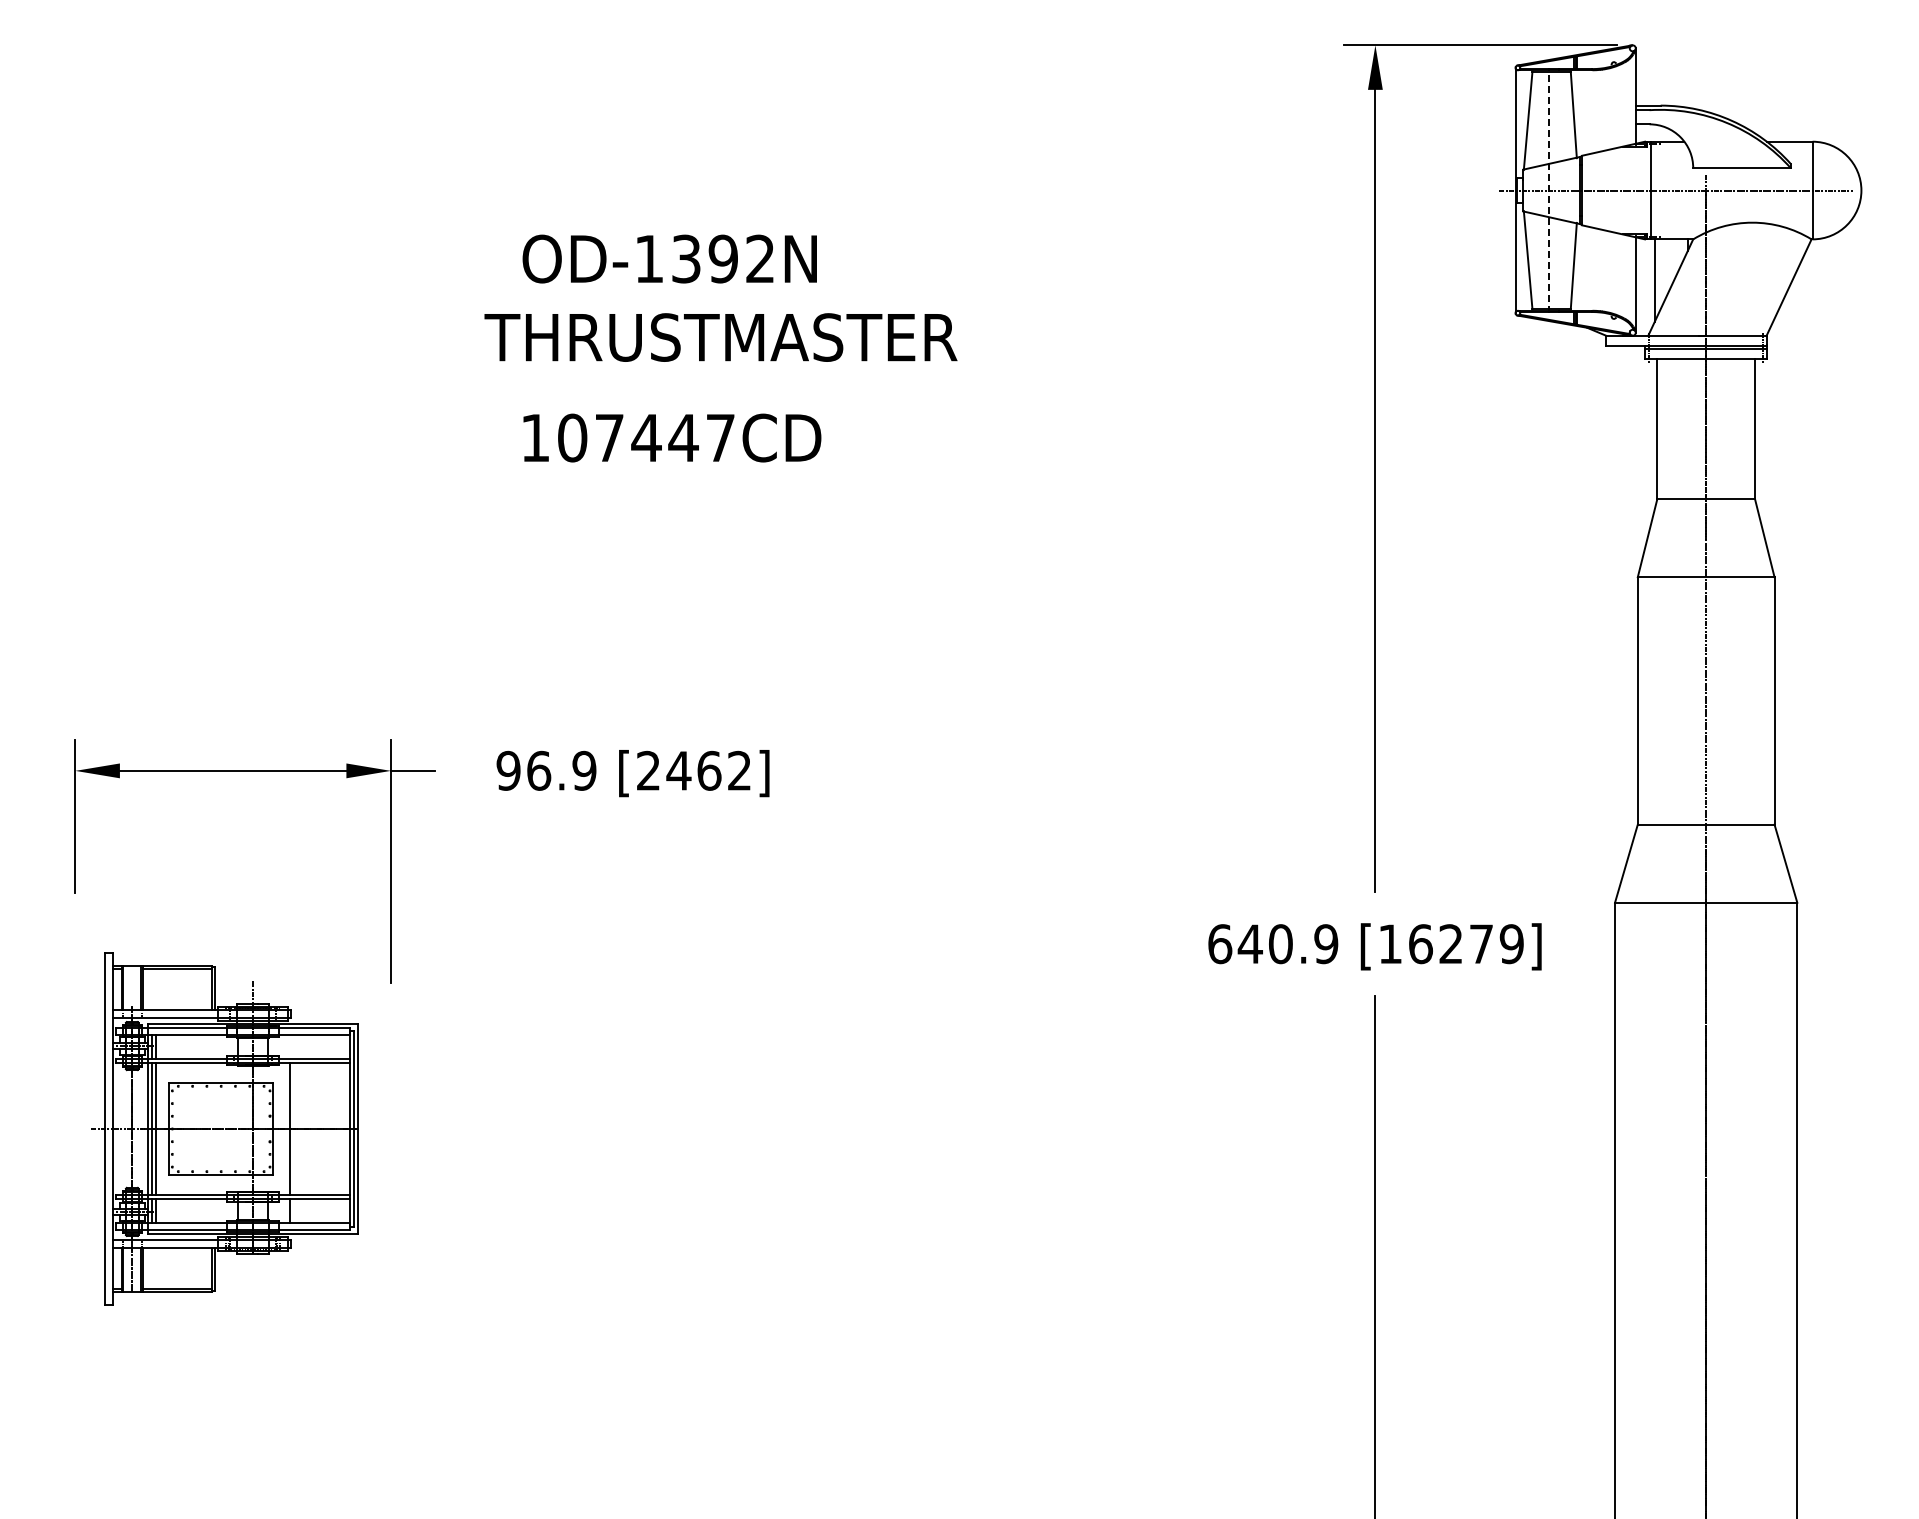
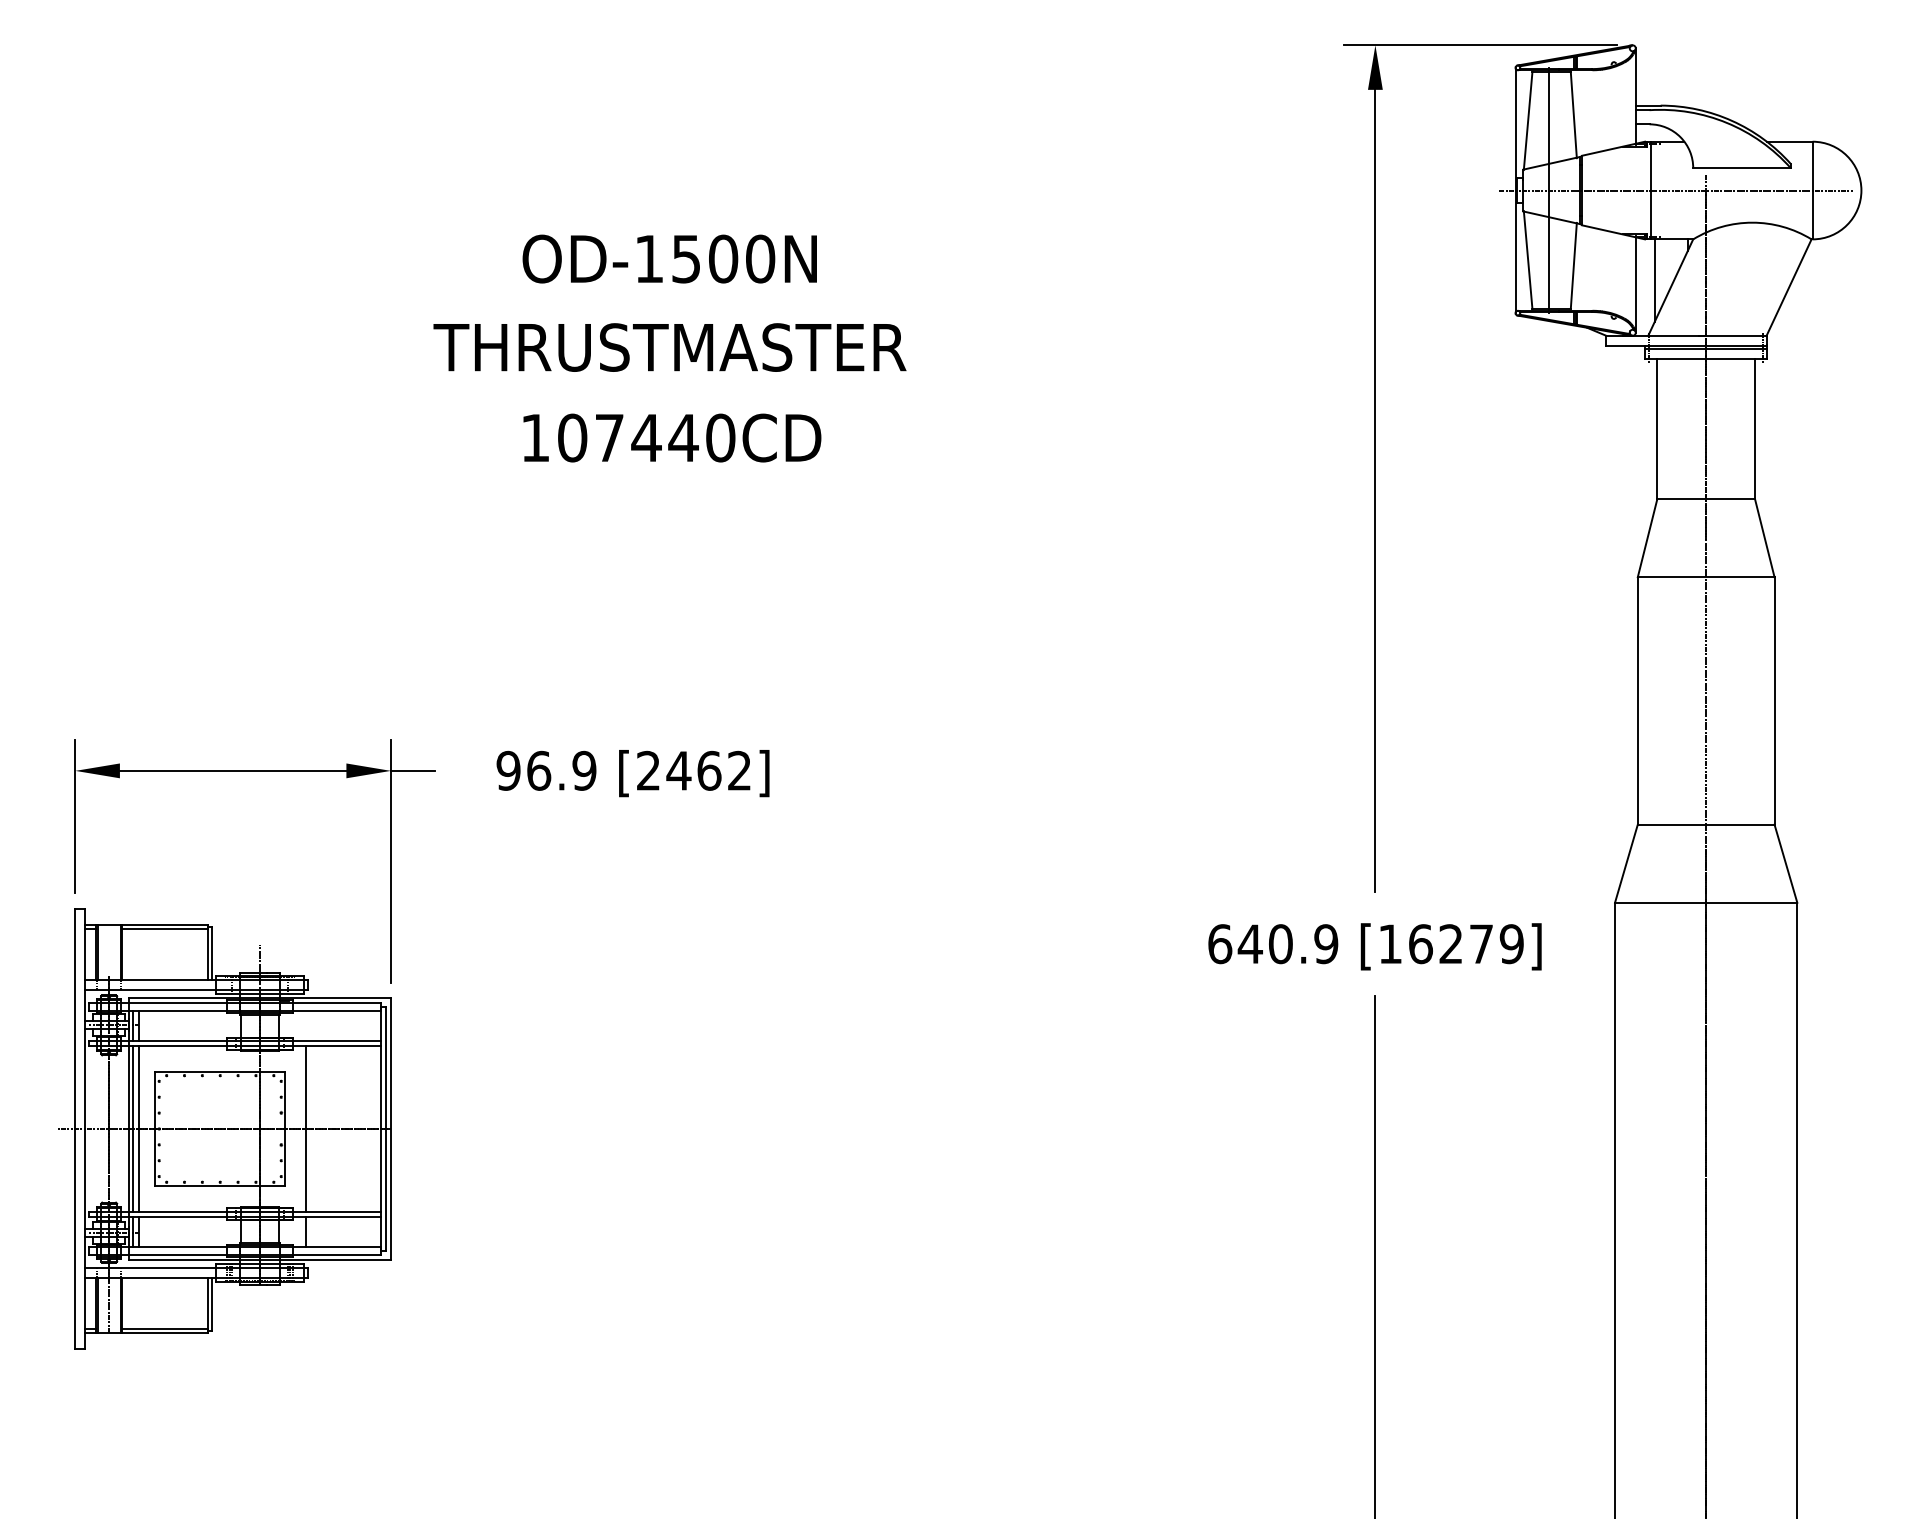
line at (1549, 190): dashed -> solid
text at (723, 258): OD-1392N -> OD-1500N
text at (720, 337) position: (720, 337) -> (669, 347)
text at (720, 437): 107447CD -> 107440CD
part at (224, 1128) size: 268x354 px -> 334x442 px
